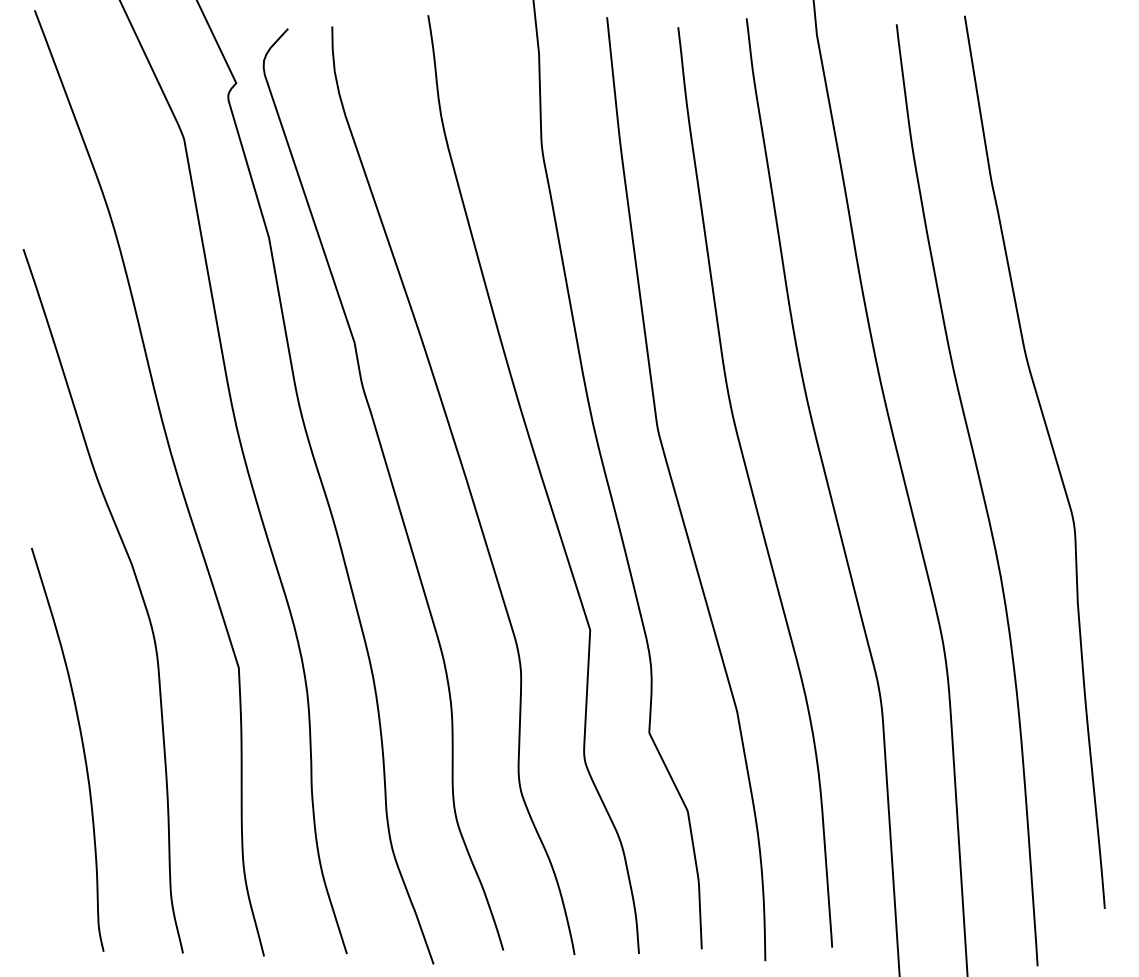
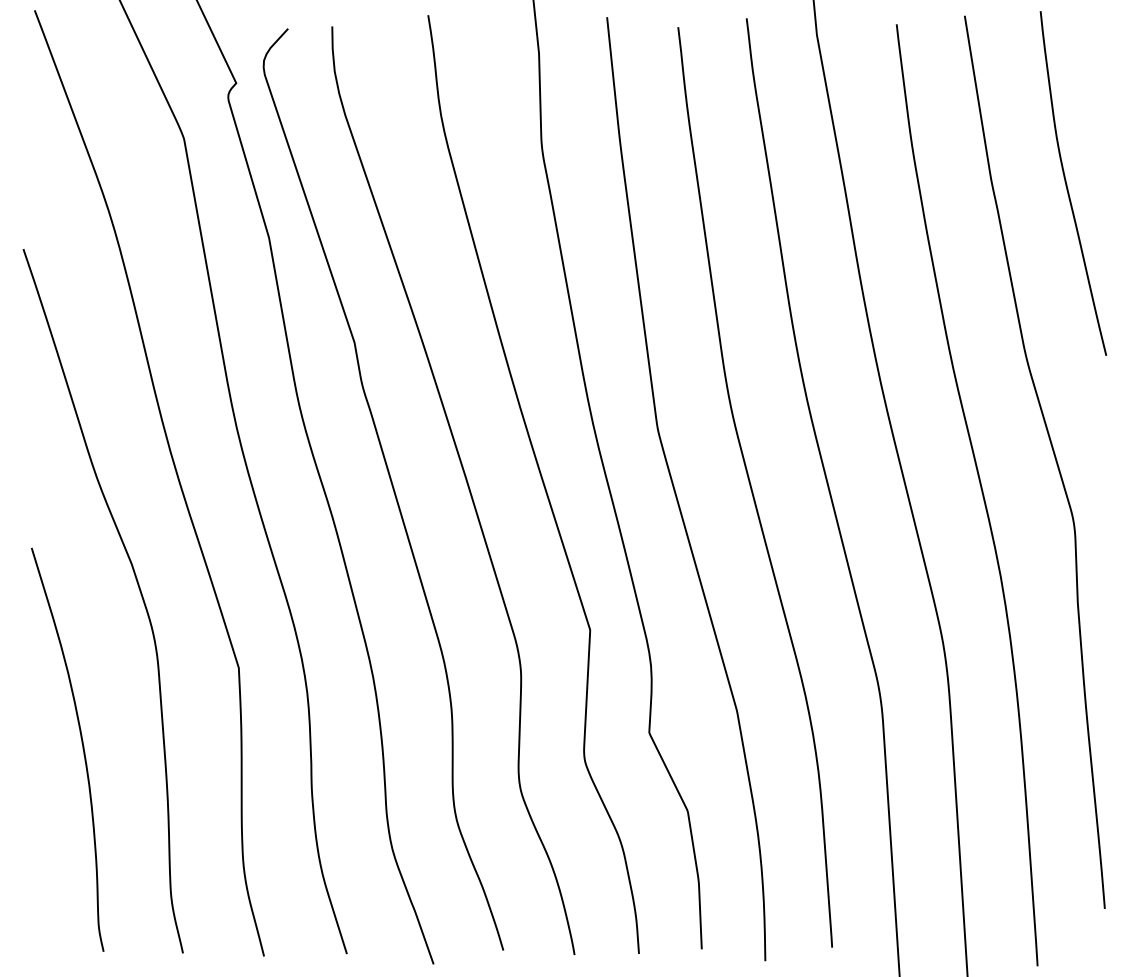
curve at (1067, 184): none -> present
